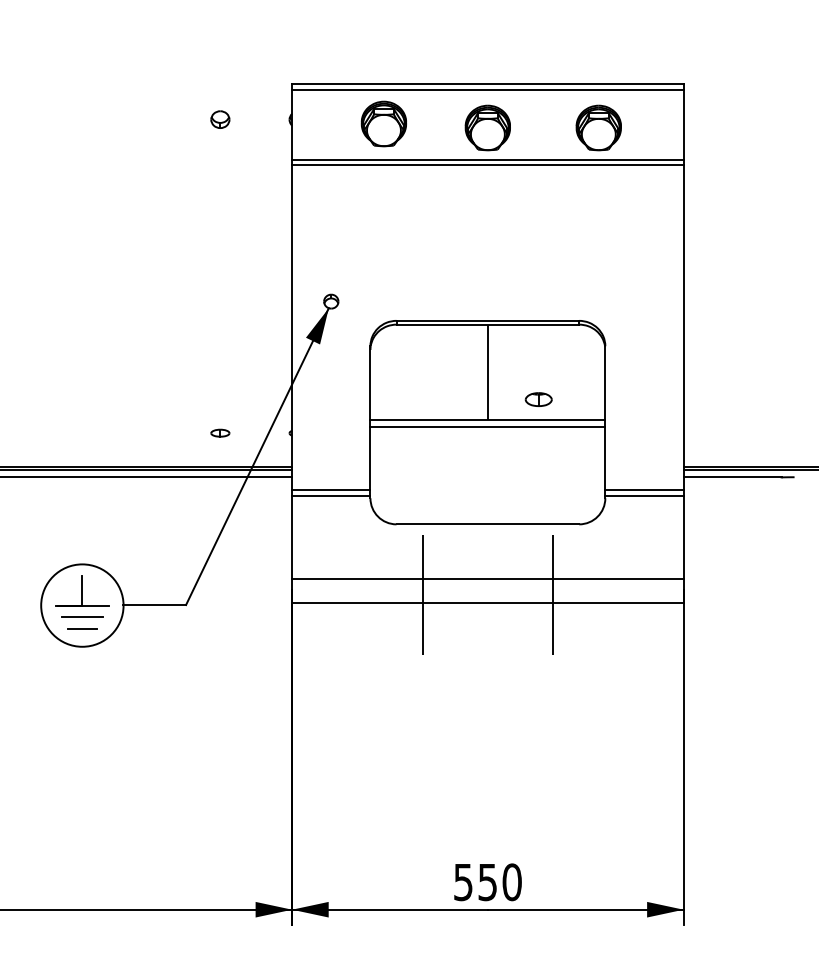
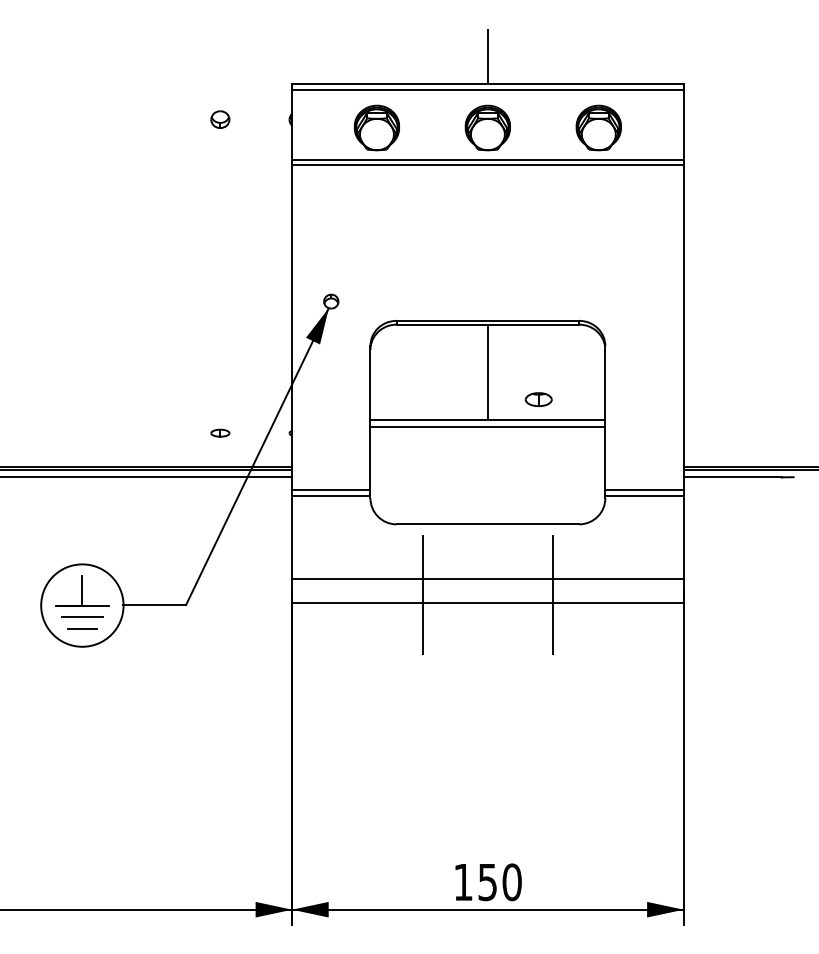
line at (487, 56): none -> present
part at (383, 123) position: (383, 123) -> (376, 127)
text at (463, 882): 550 -> 150
